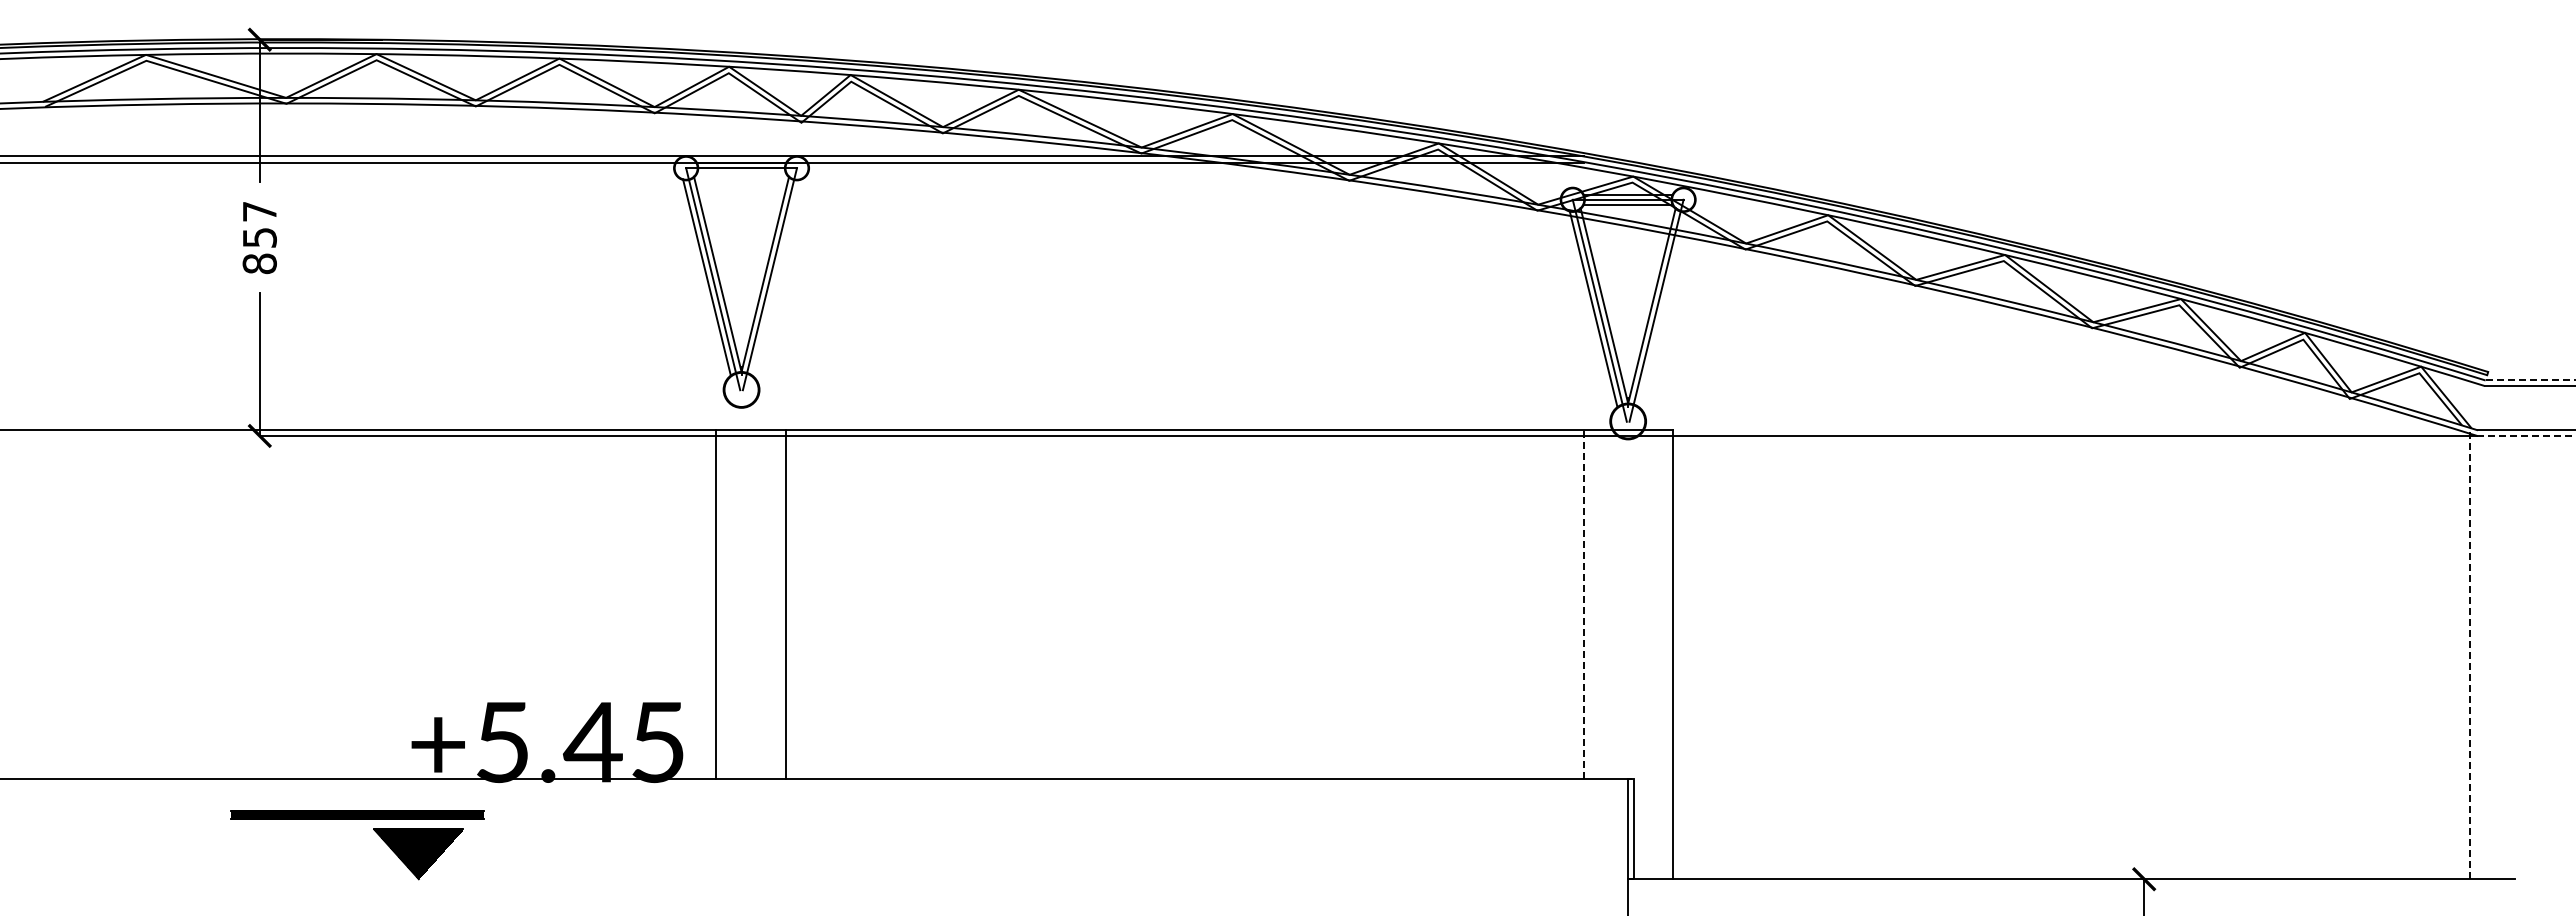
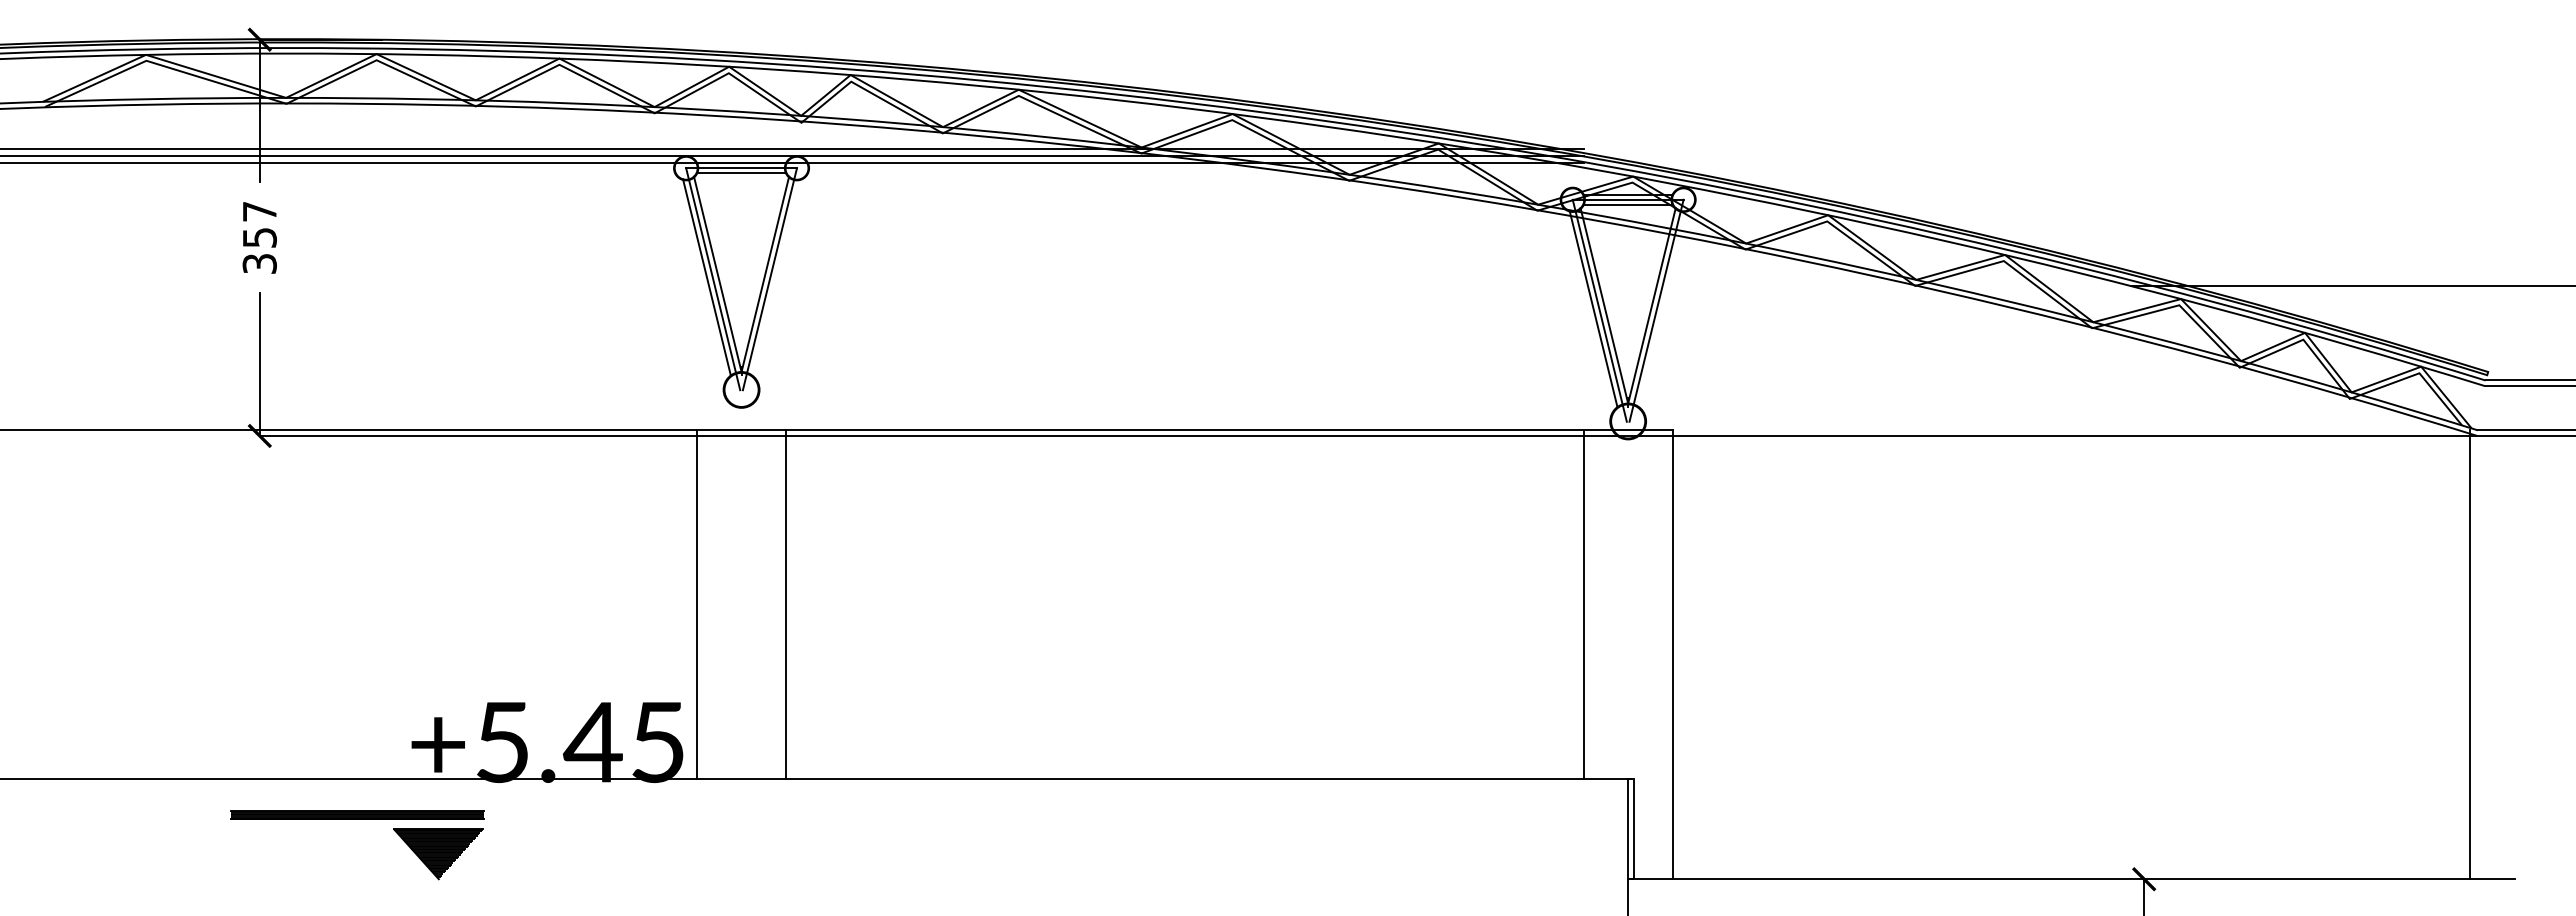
line at (792, 148): none -> present
line at (741, 173): none -> present
text at (259, 263): 857 -> 357
line at (2351, 286): none -> present
line at (2530, 380): dashed -> solid
line at (2526, 435): dashed -> solid
line at (716, 604) position: (716, 604) -> (697, 604)
line at (1583, 604): dashed -> solid
line at (2470, 654): dashed -> solid
part at (418, 854) position: (418, 854) -> (438, 854)
